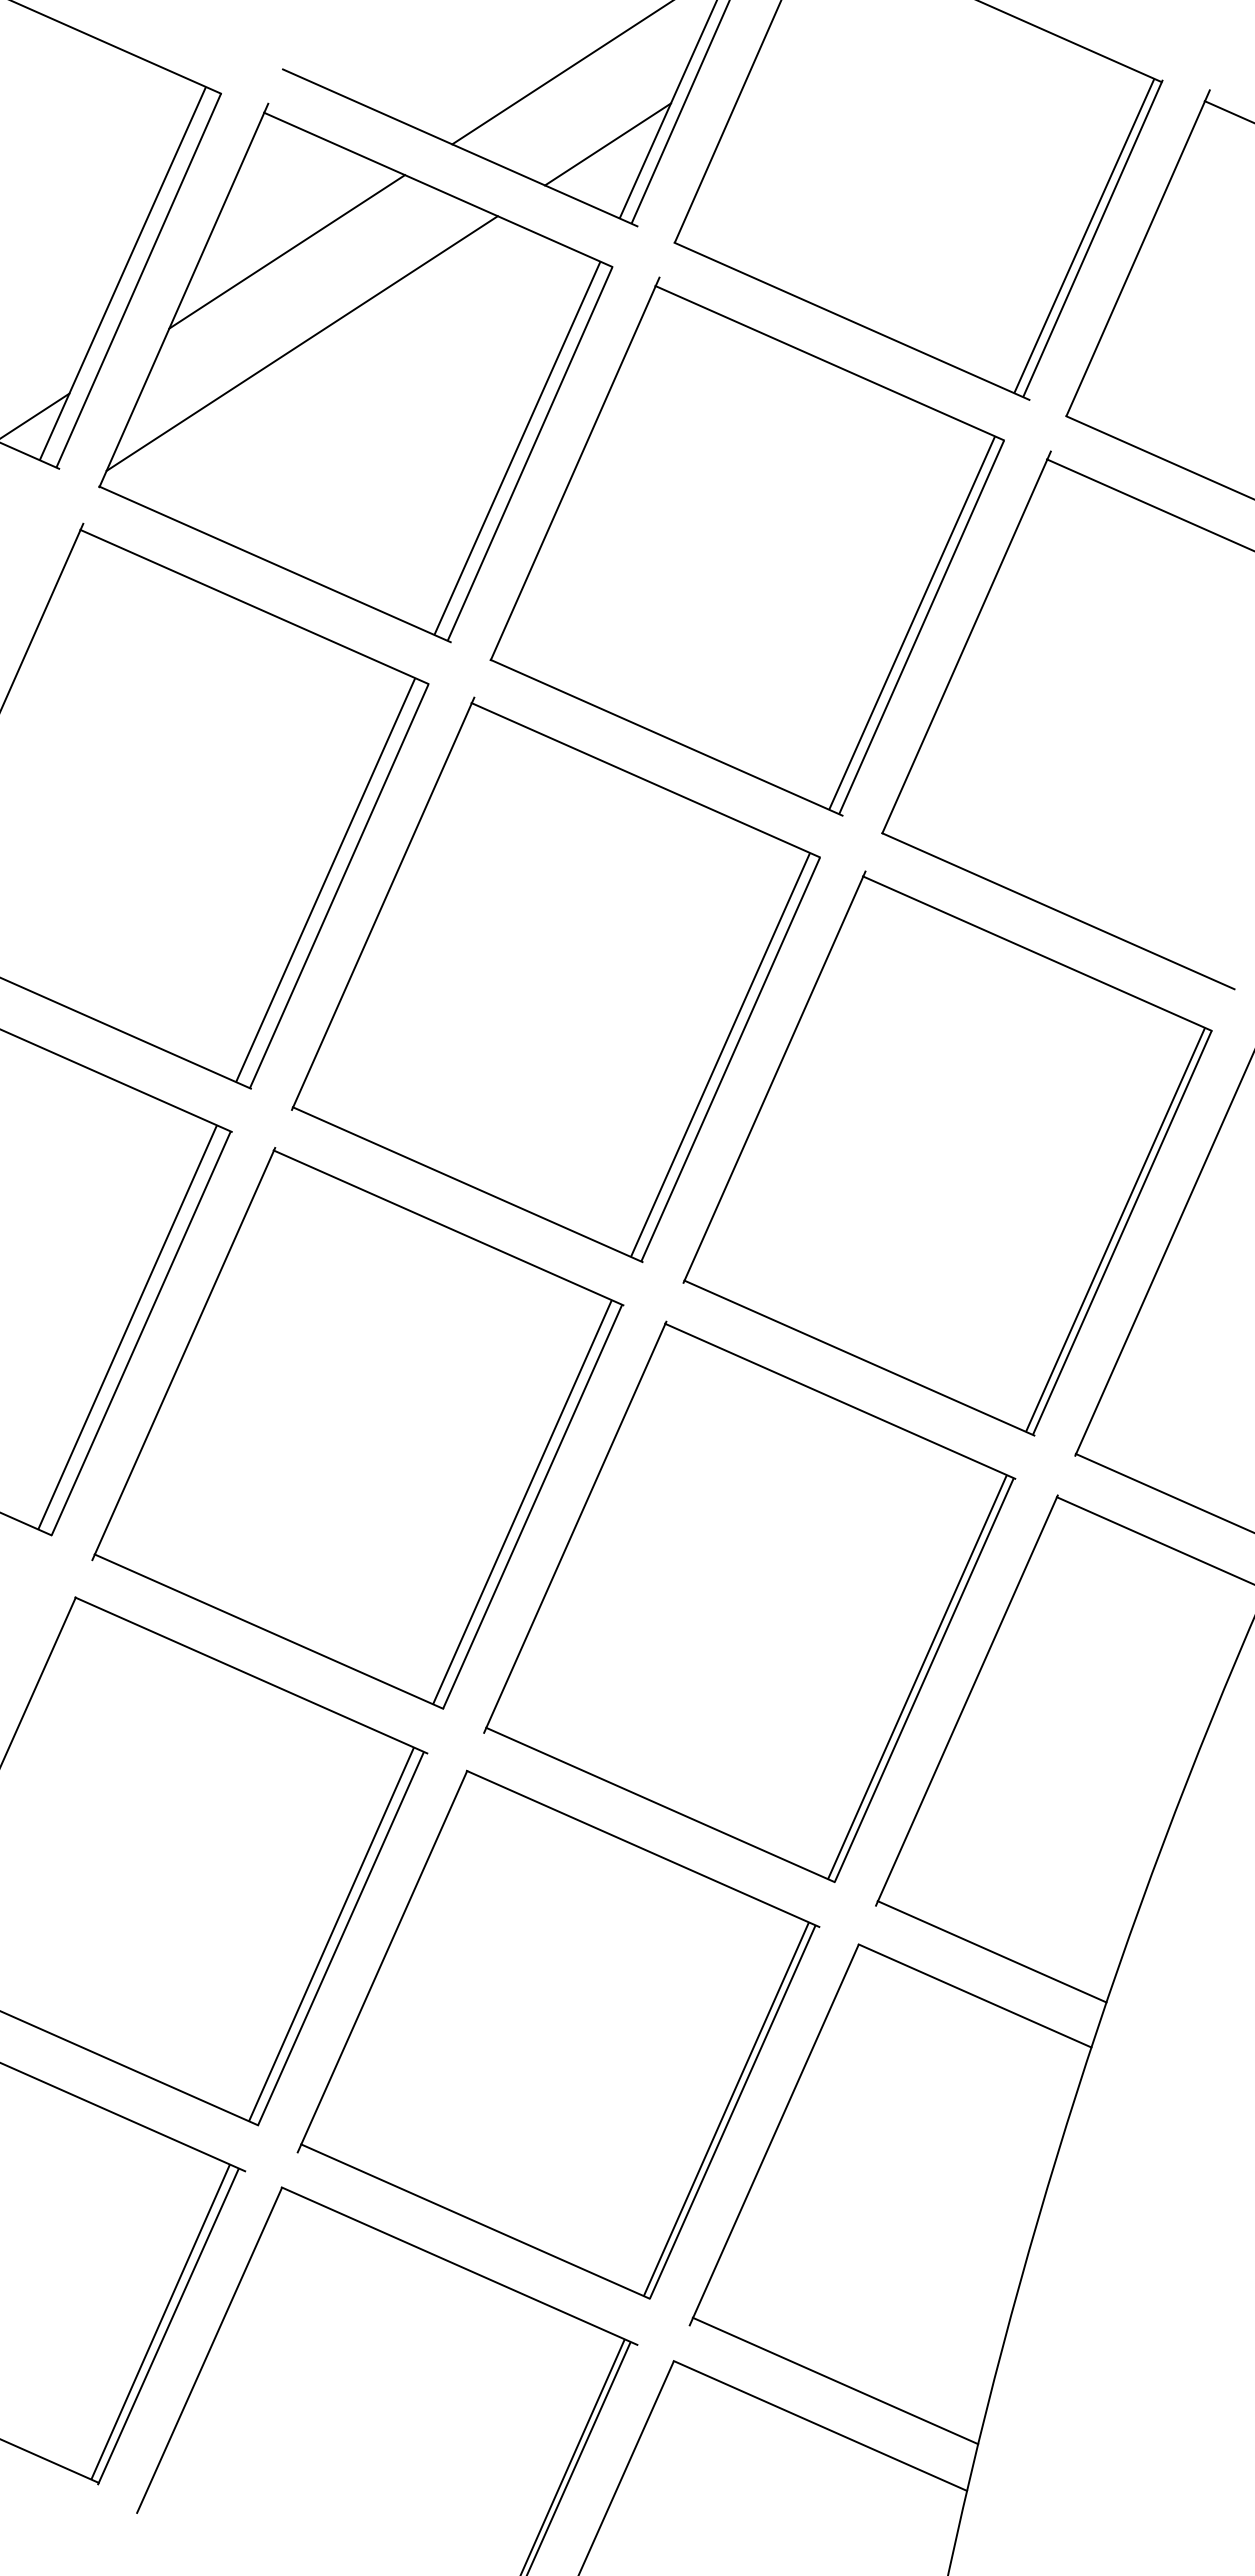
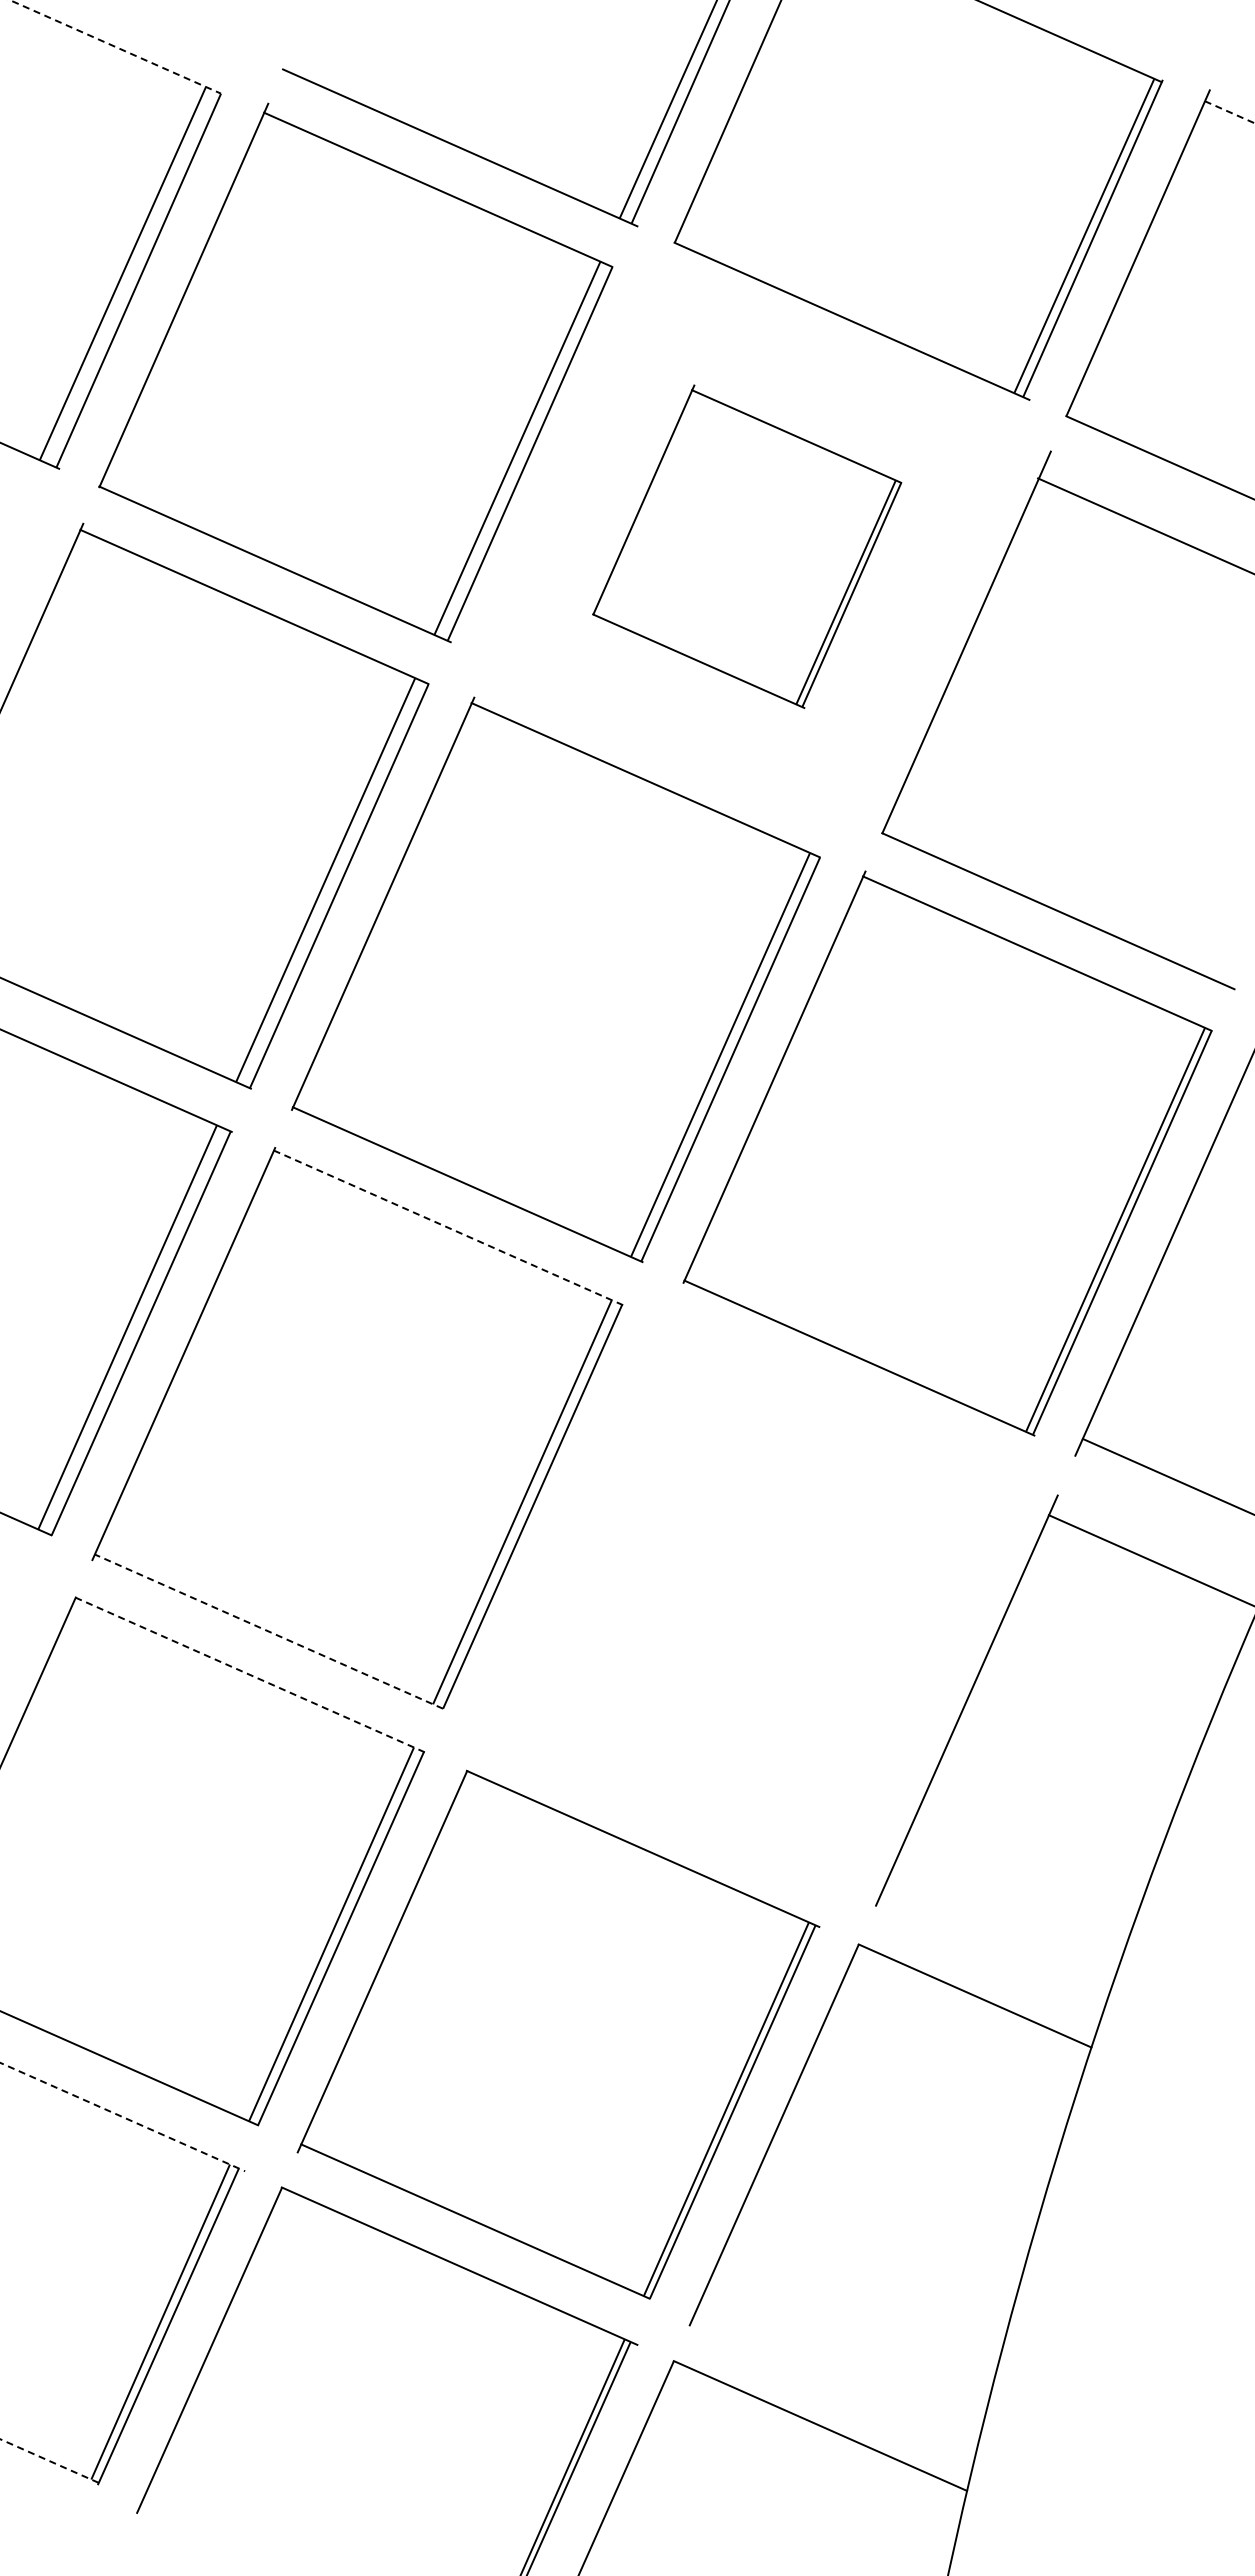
line at (115, 47): solid -> dashed
line at (561, 73): present -> none
line at (1229, 112): solid -> dashed
line at (608, 144): present -> none
line at (287, 251): present -> none
line at (301, 343): present -> none
line at (35, 415): present -> none
line at (1149, 504) position: (1149, 504) -> (1144, 525)
part at (746, 546) size: 516x541 px -> 311x325 px
line at (449, 1228): solid -> dashed
line at (1163, 1492) position: (1163, 1492) -> (1166, 1475)
line at (1153, 1540) position: (1153, 1540) -> (1149, 1560)
part at (749, 1601): present -> none
line at (268, 1631): solid -> dashed
line at (251, 1675): solid -> dashed
line at (991, 1951): present -> none
line at (122, 2117): solid -> dashed
line at (835, 2380): present -> none
line at (49, 2461): solid -> dashed
